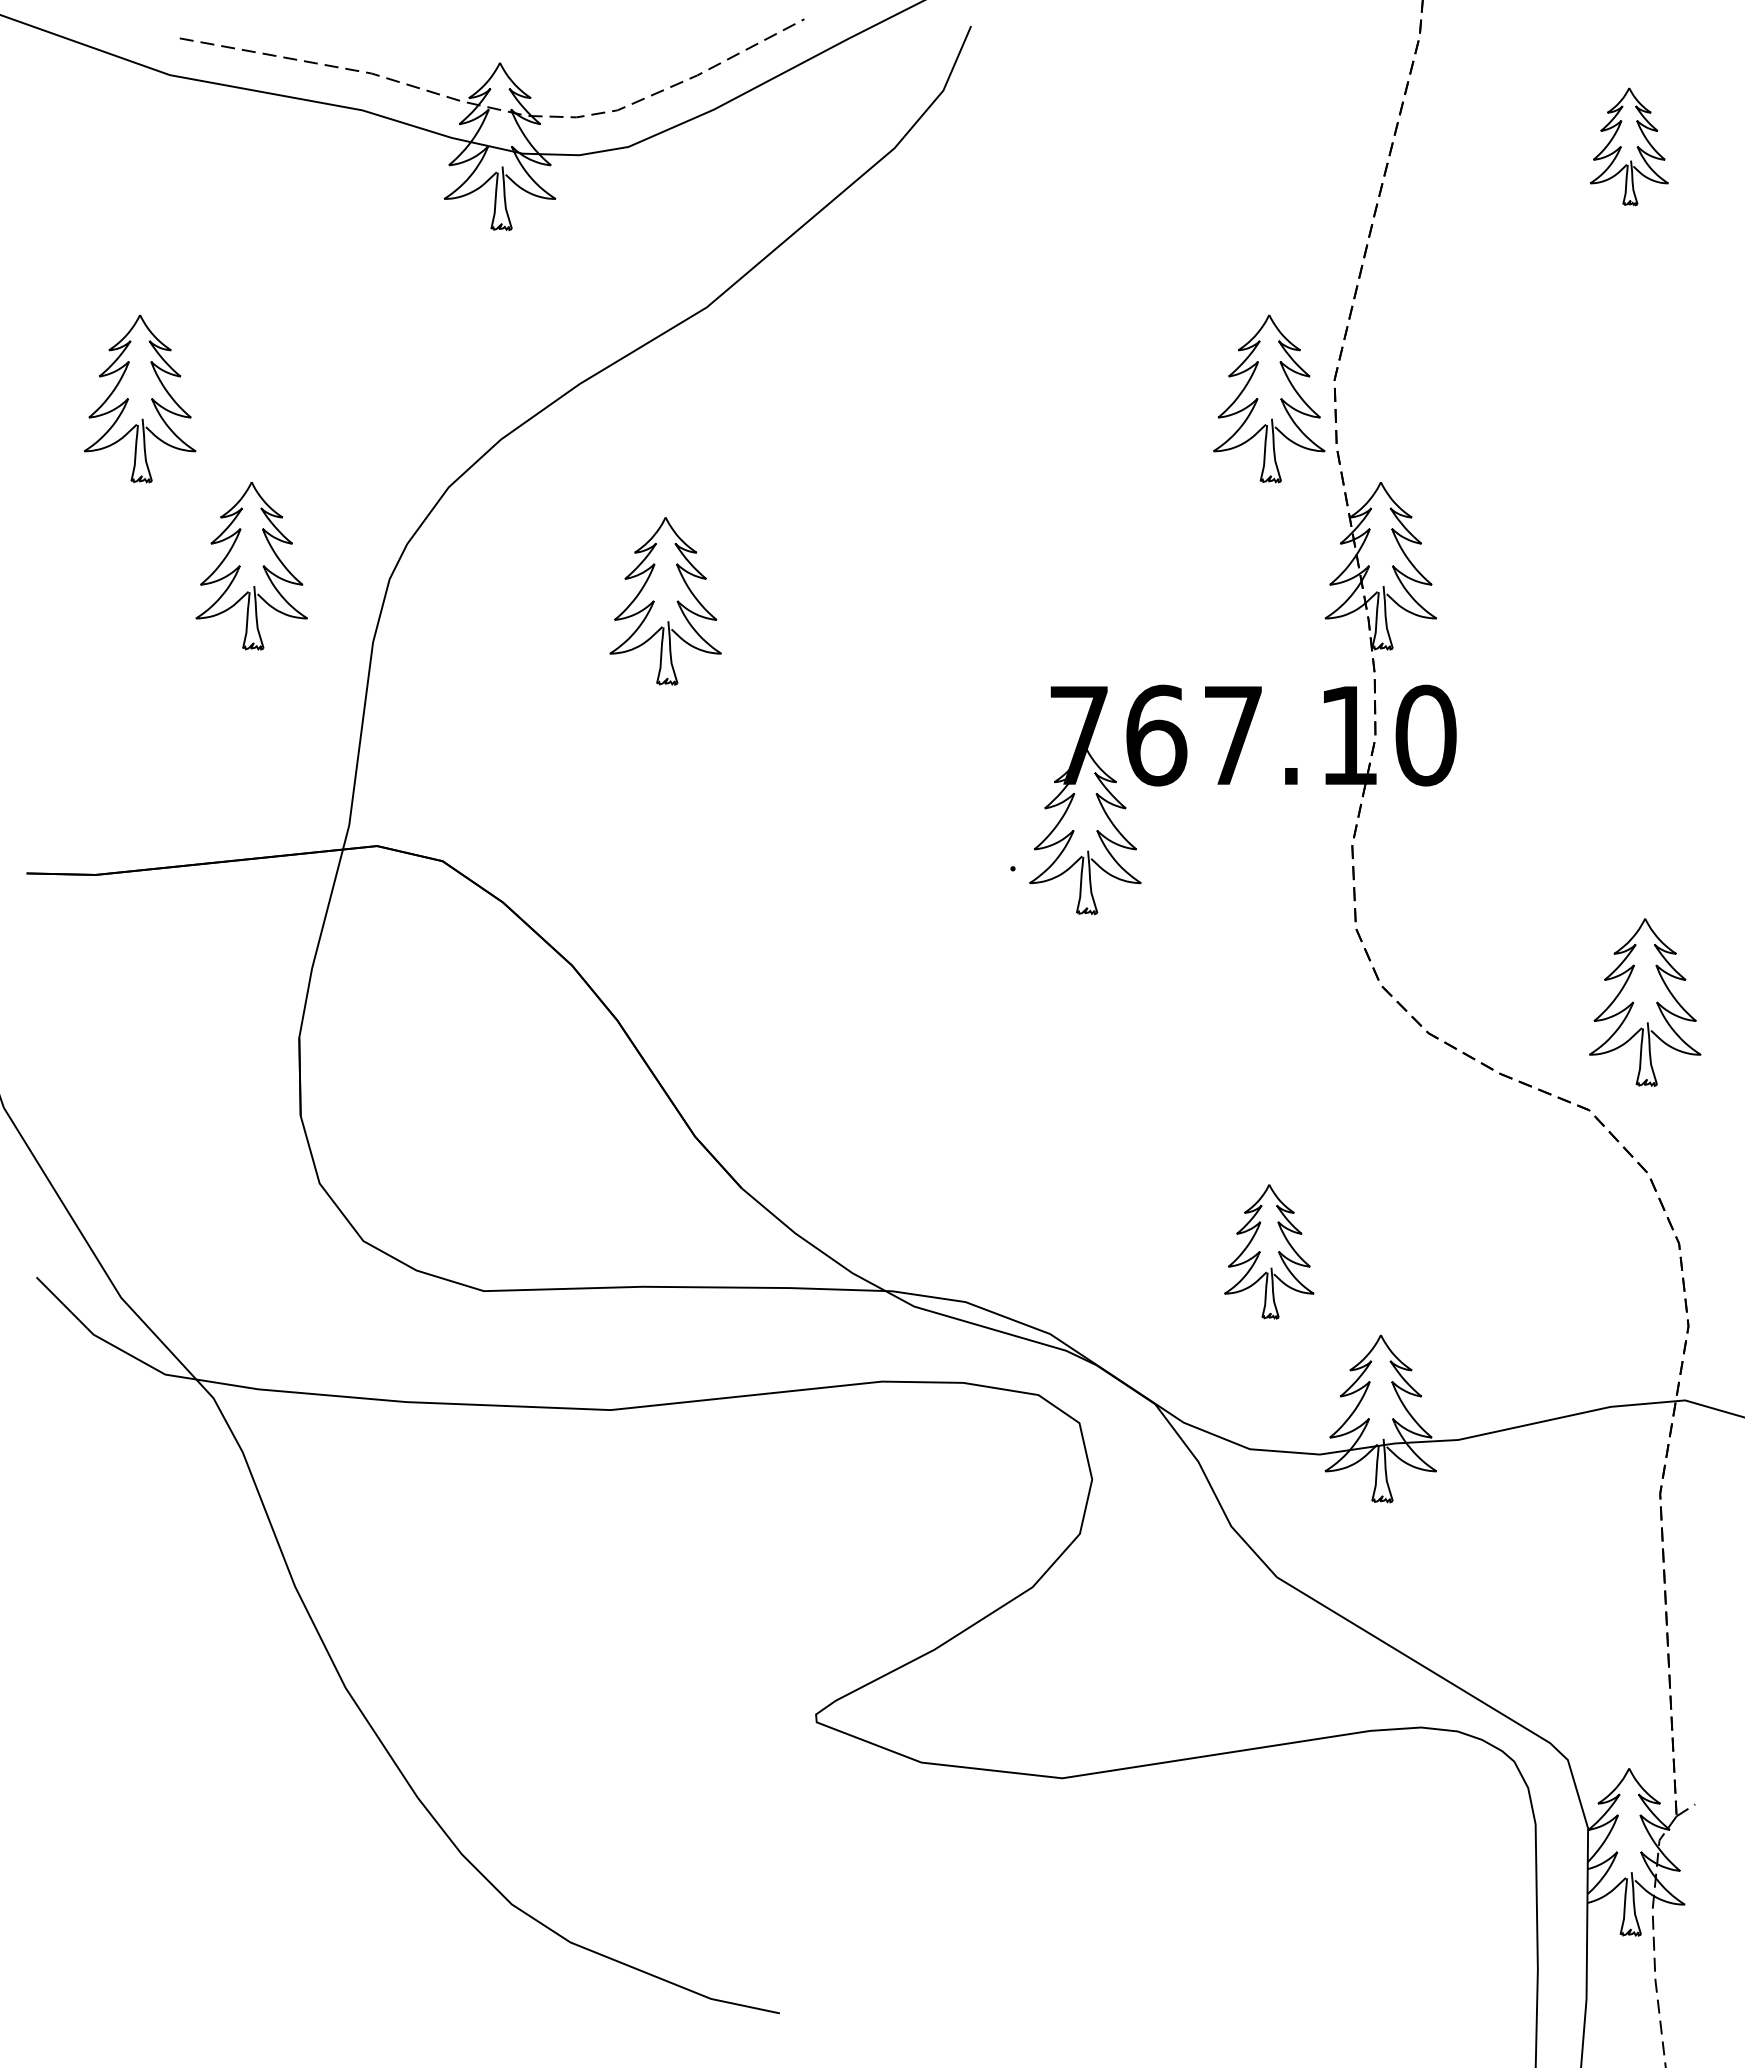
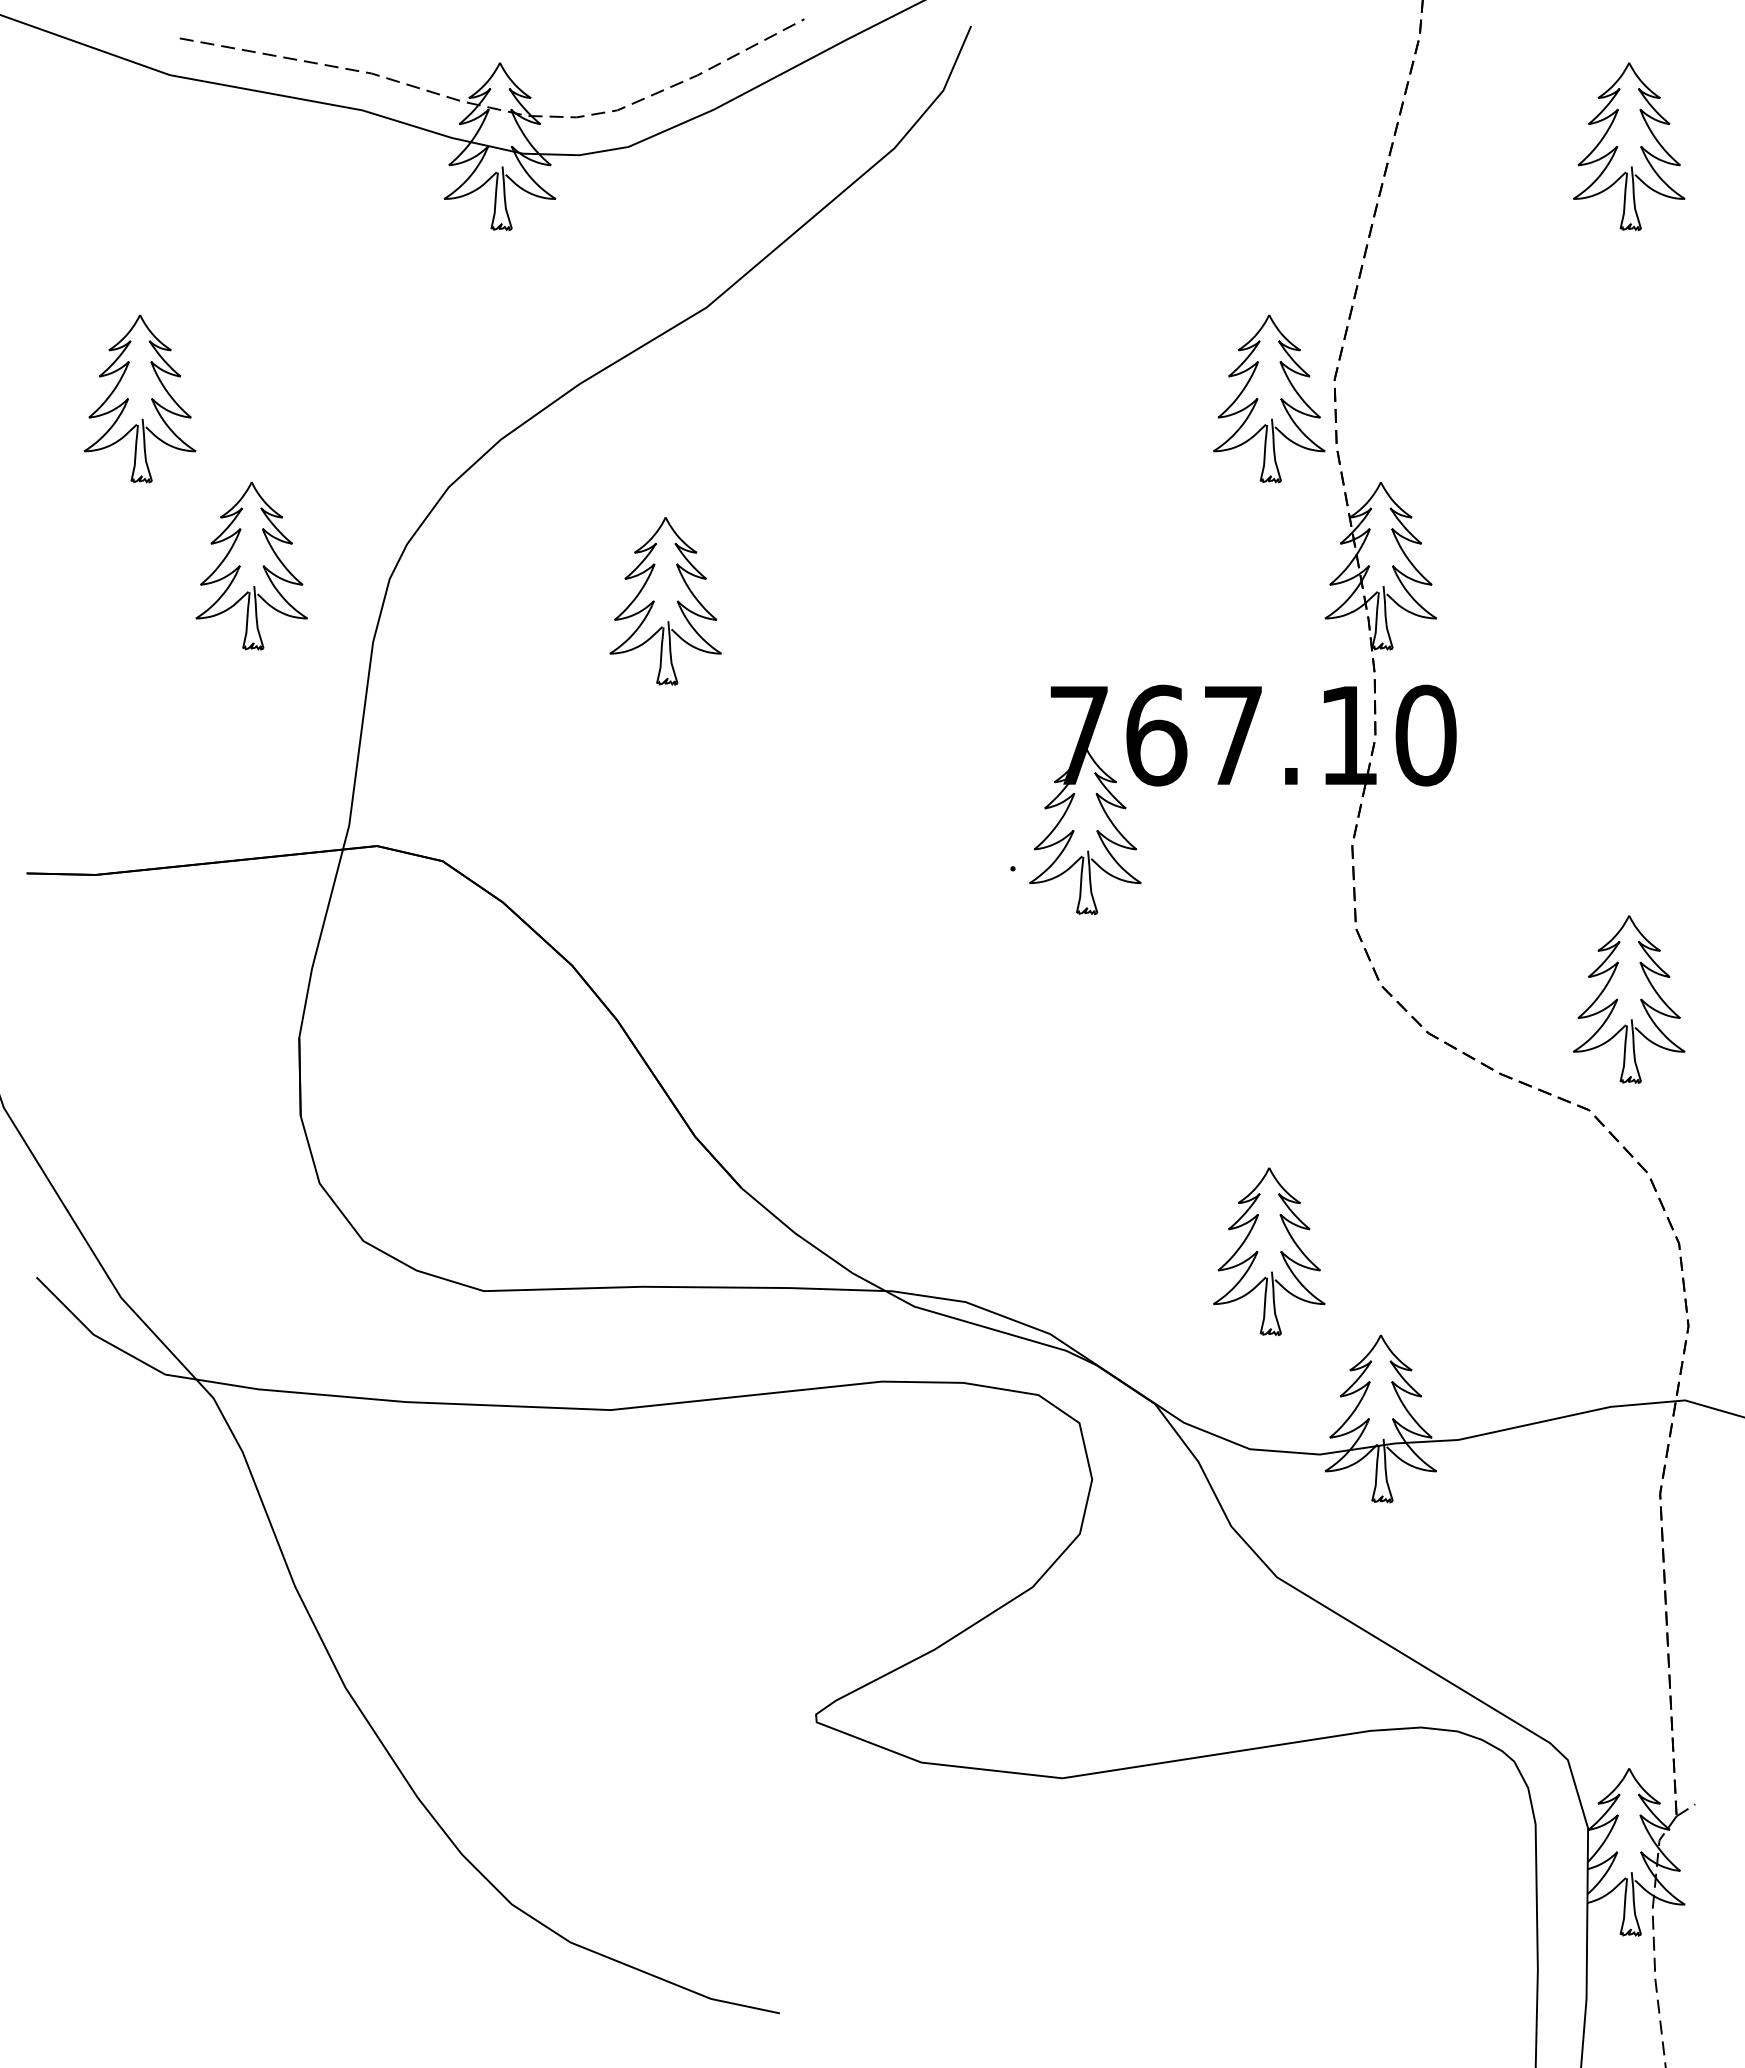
part at (1628, 146) size: 80x120 px -> 113x170 px
part at (1645, 1002) position: (1645, 1002) -> (1629, 999)
part at (1269, 1251) size: 91x136 px -> 113x170 px
